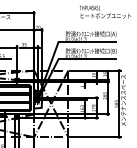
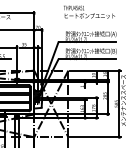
text at (105, 11) position: (105, 11) -> (89, 11)
